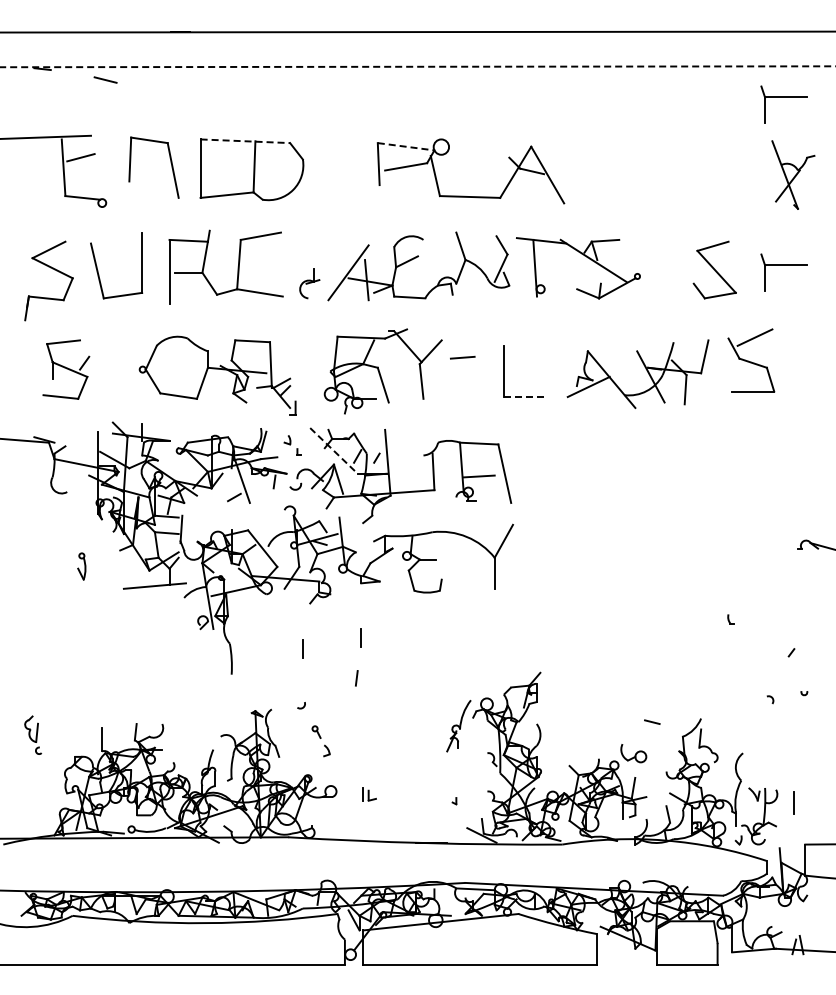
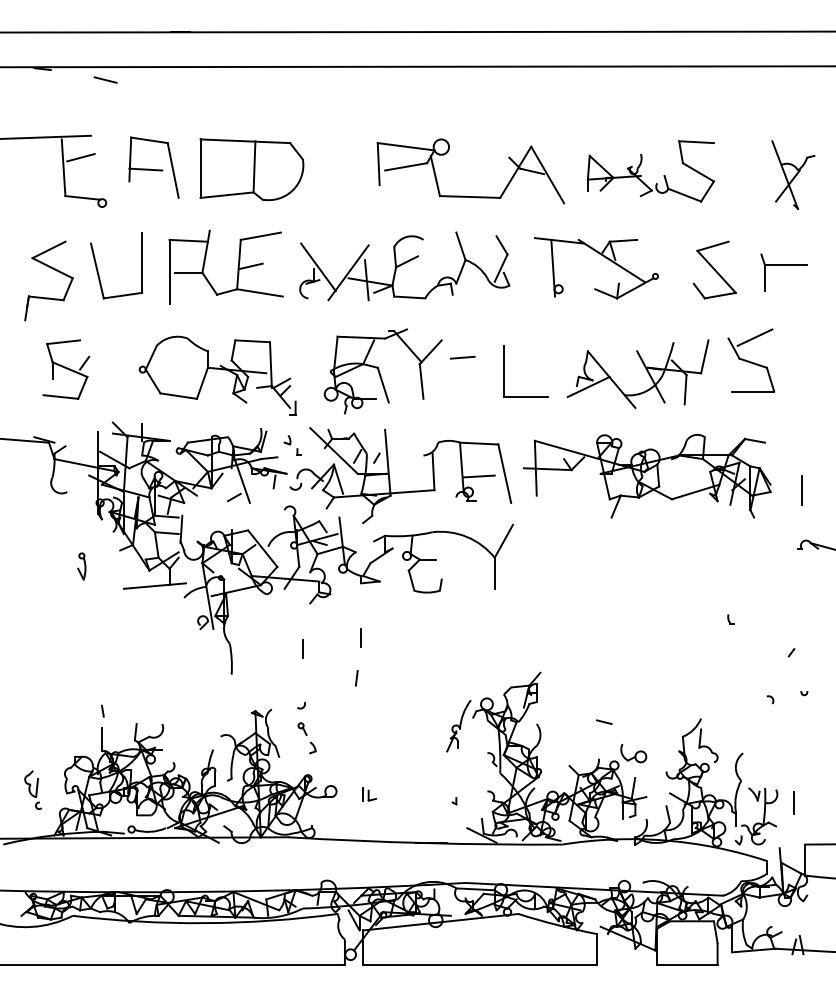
line at (418, 66): dashed -> solid
part at (783, 97): present -> none
line at (245, 141): dashed -> solid
line at (406, 146): dashed -> solid
line at (145, 169): none -> present
part at (641, 175): none -> present
part at (584, 256) position: (584, 256) -> (602, 256)
line at (250, 266): none -> present
line at (318, 267): none -> present
line at (525, 397): dashed -> solid
line at (333, 450): dashed -> solid
part at (647, 476): none -> present
line at (801, 489): none -> present
line at (102, 710): none -> present
line at (652, 721) position: (652, 721) -> (604, 721)
part at (33, 734) position: (33, 734) -> (33, 789)
part at (320, 741) position: (320, 741) -> (306, 738)
